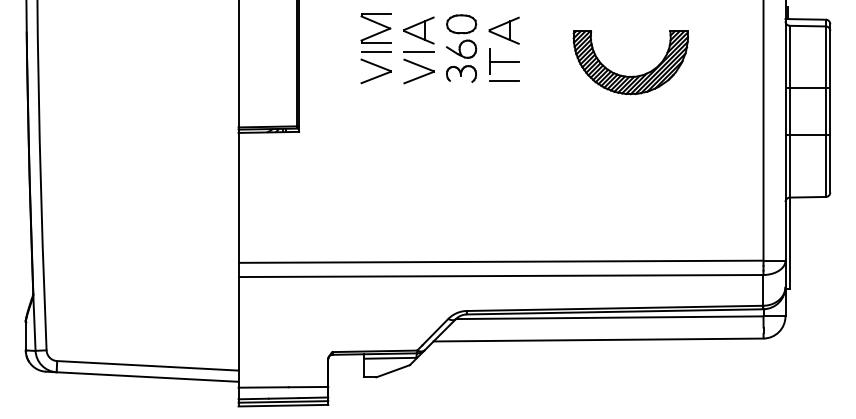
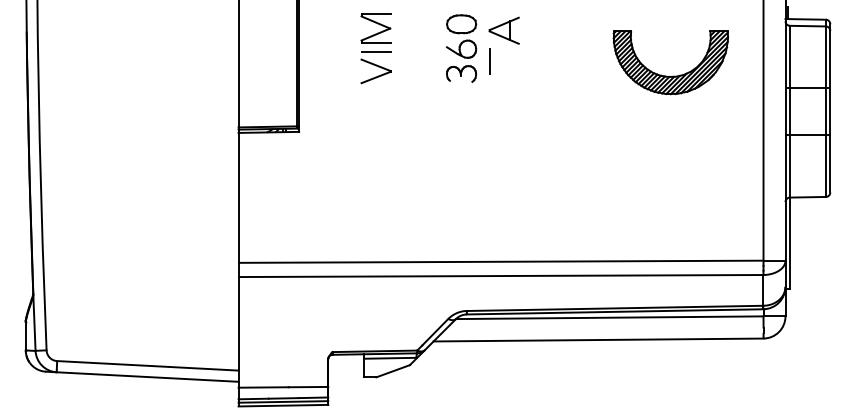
part at (418, 50): present -> none
line at (503, 61): present -> none
part at (629, 75) position: (629, 75) -> (669, 75)
line at (503, 81): present -> none
